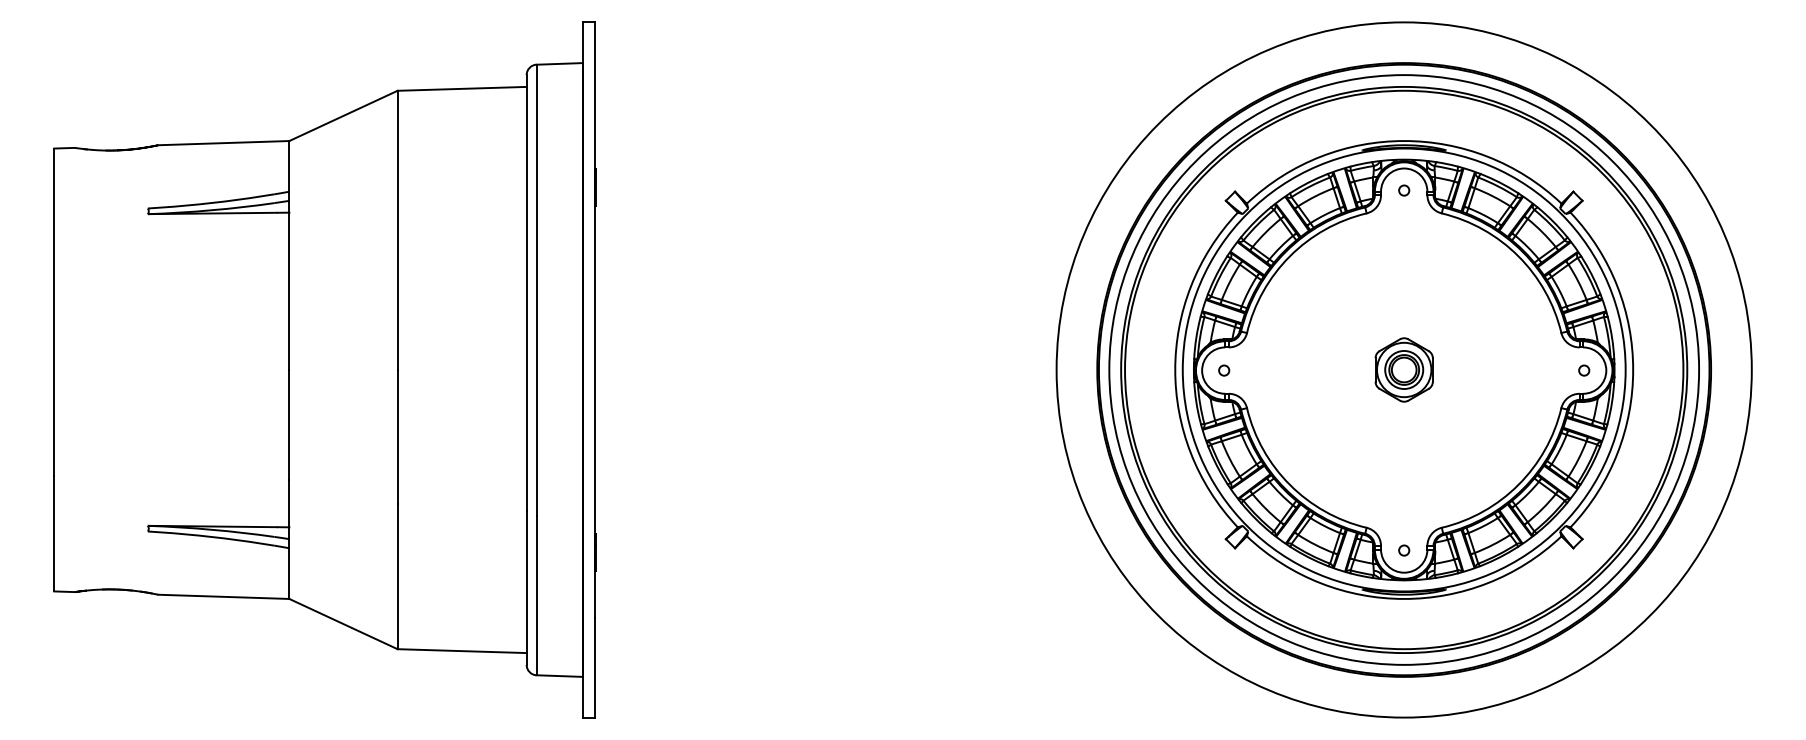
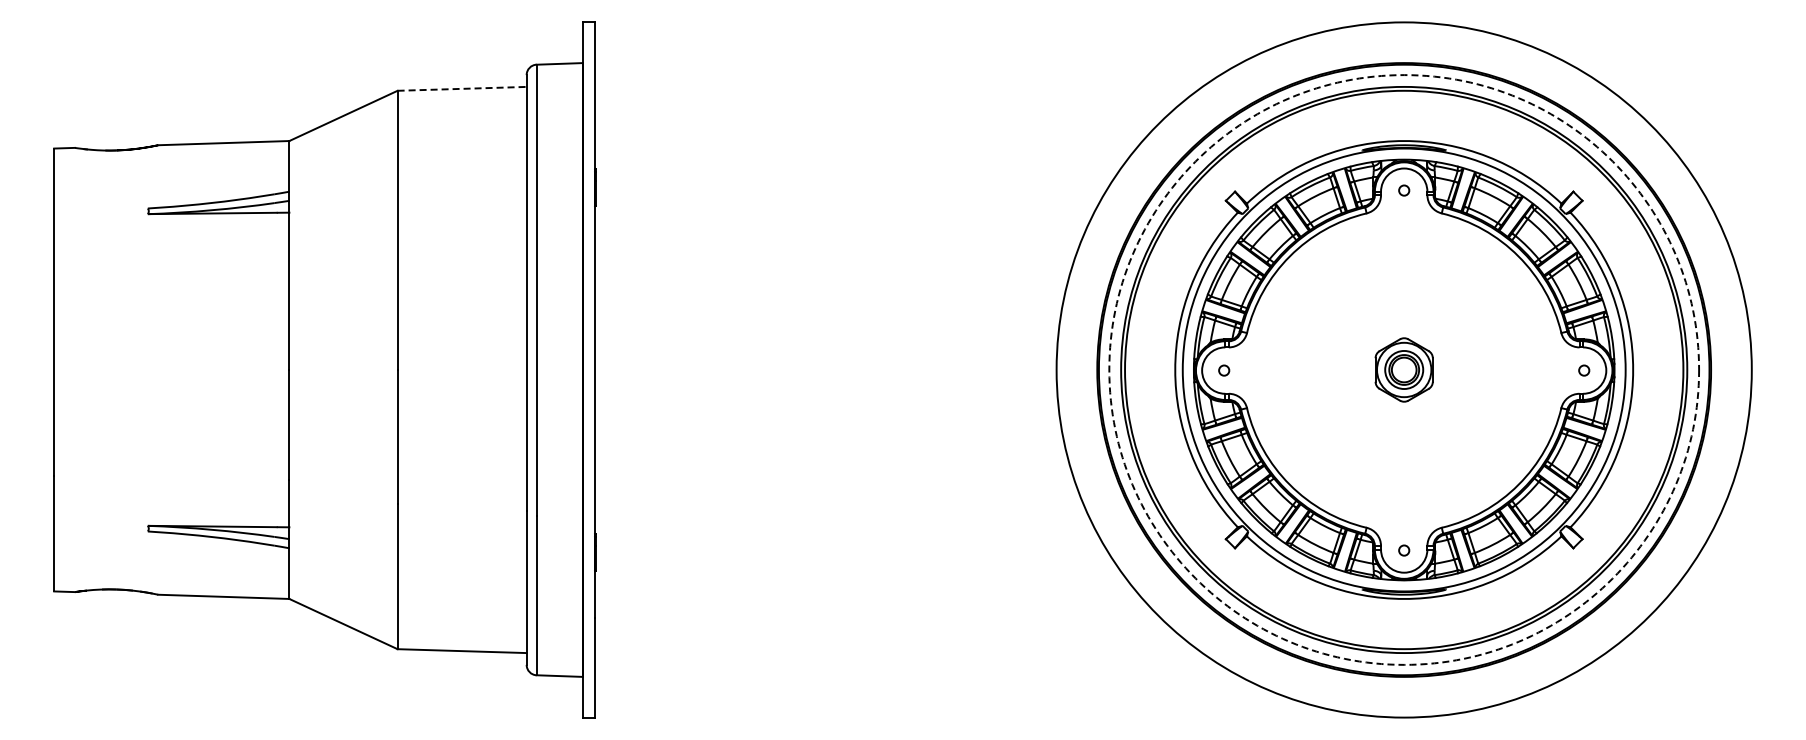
line at (462, 88): solid -> dashed
circle at (1404, 369): solid -> dashed
